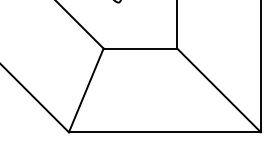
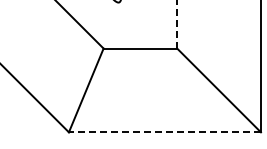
line at (177, 24): solid -> dashed
line at (164, 132): solid -> dashed
